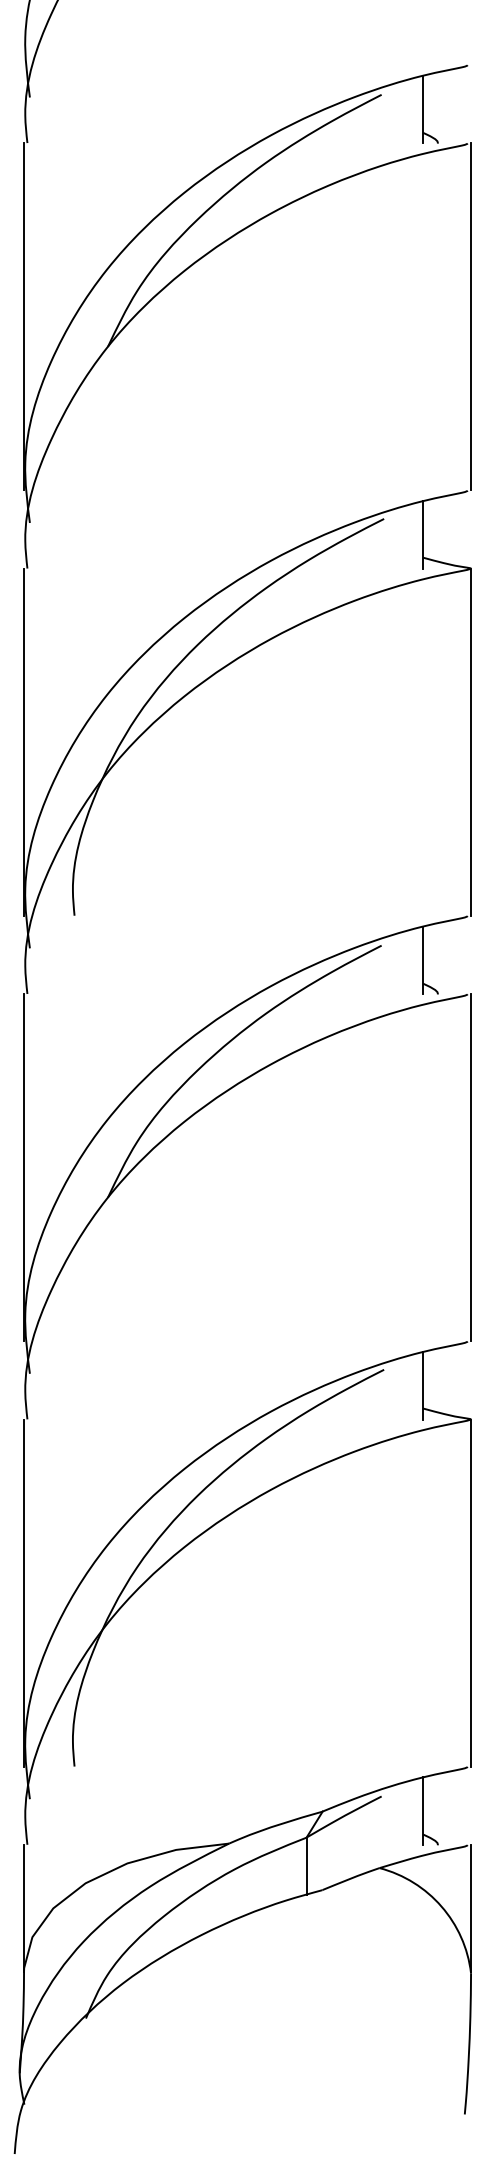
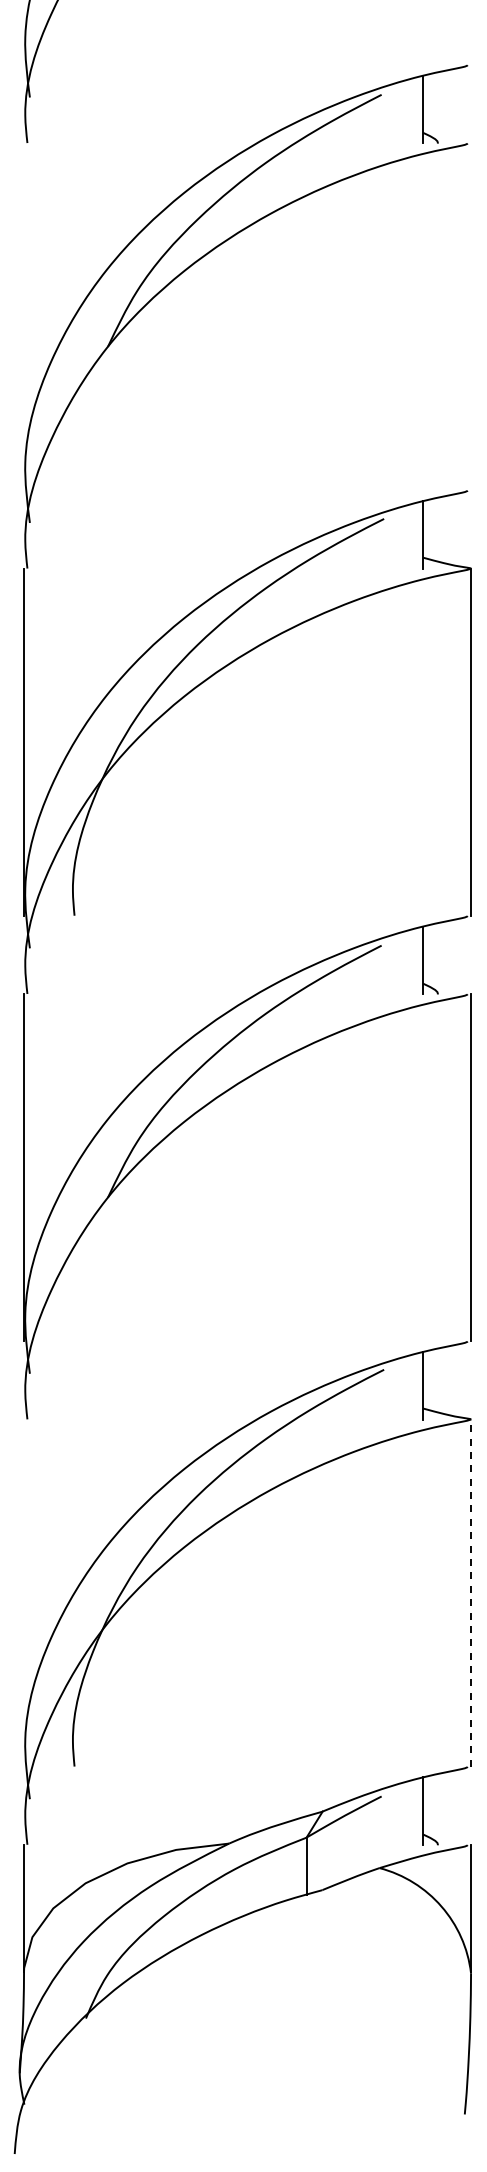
line at (24, 316): present -> none
line at (471, 316): present -> none
line at (24, 1592): present -> none
line at (471, 1593): solid -> dashed
